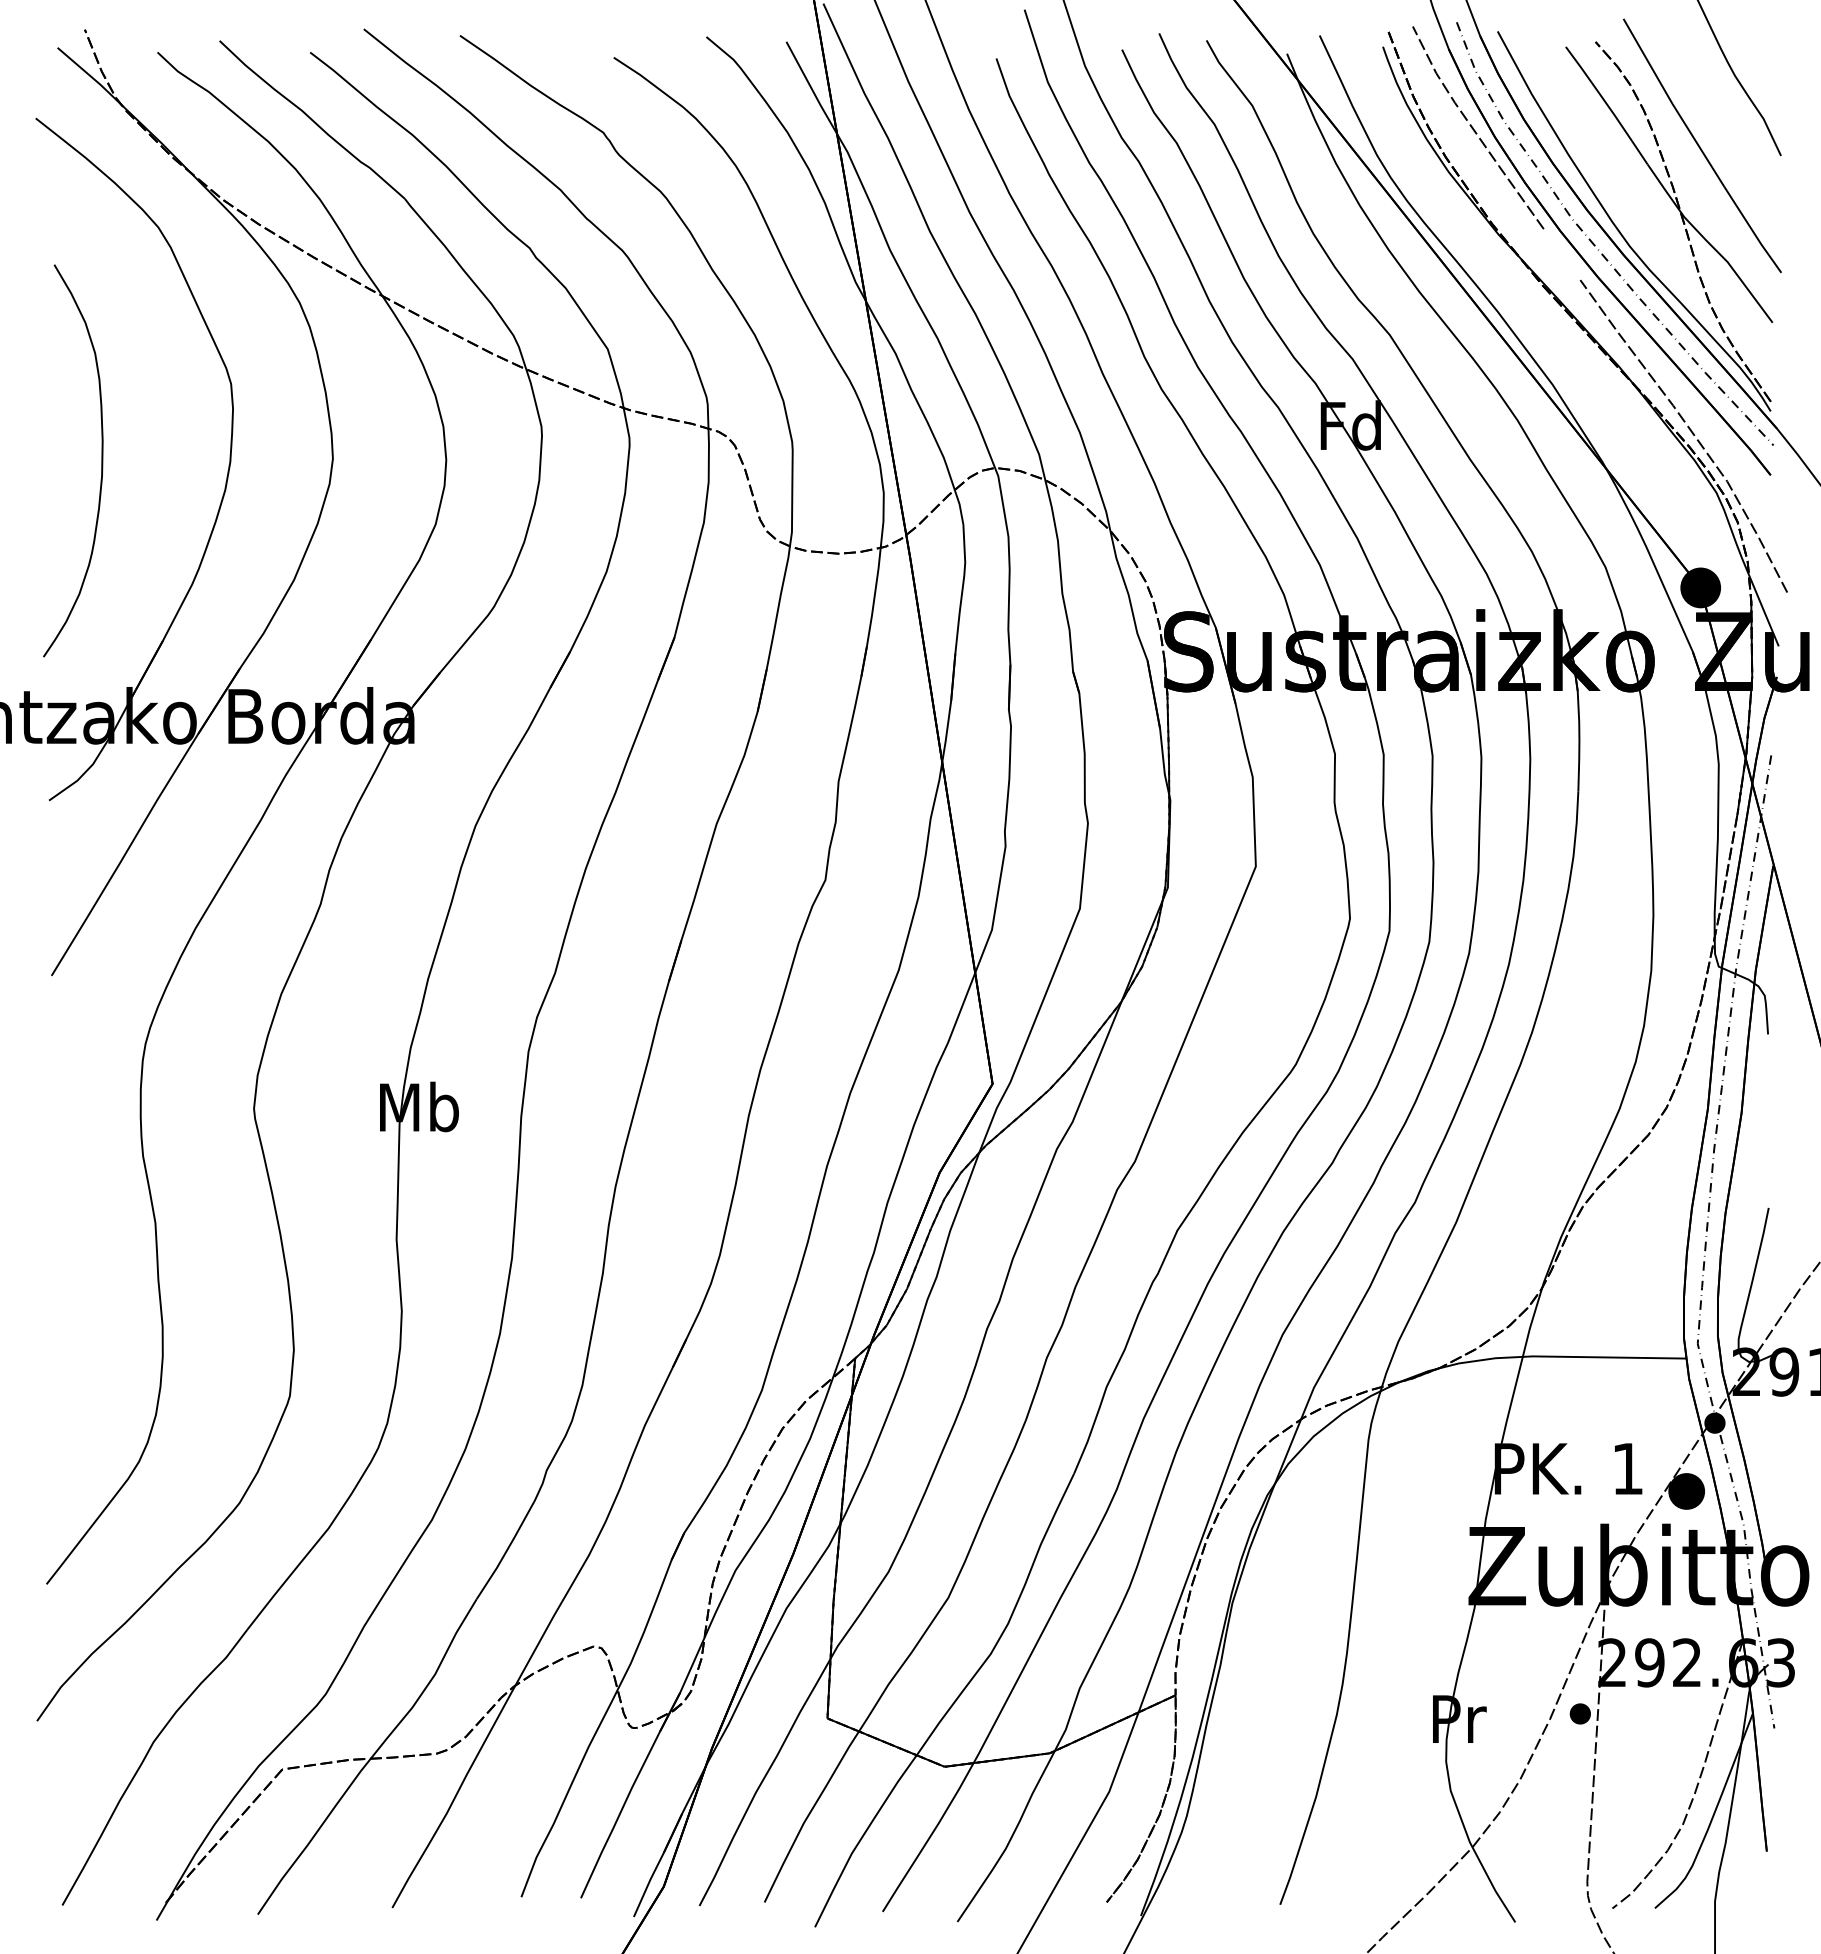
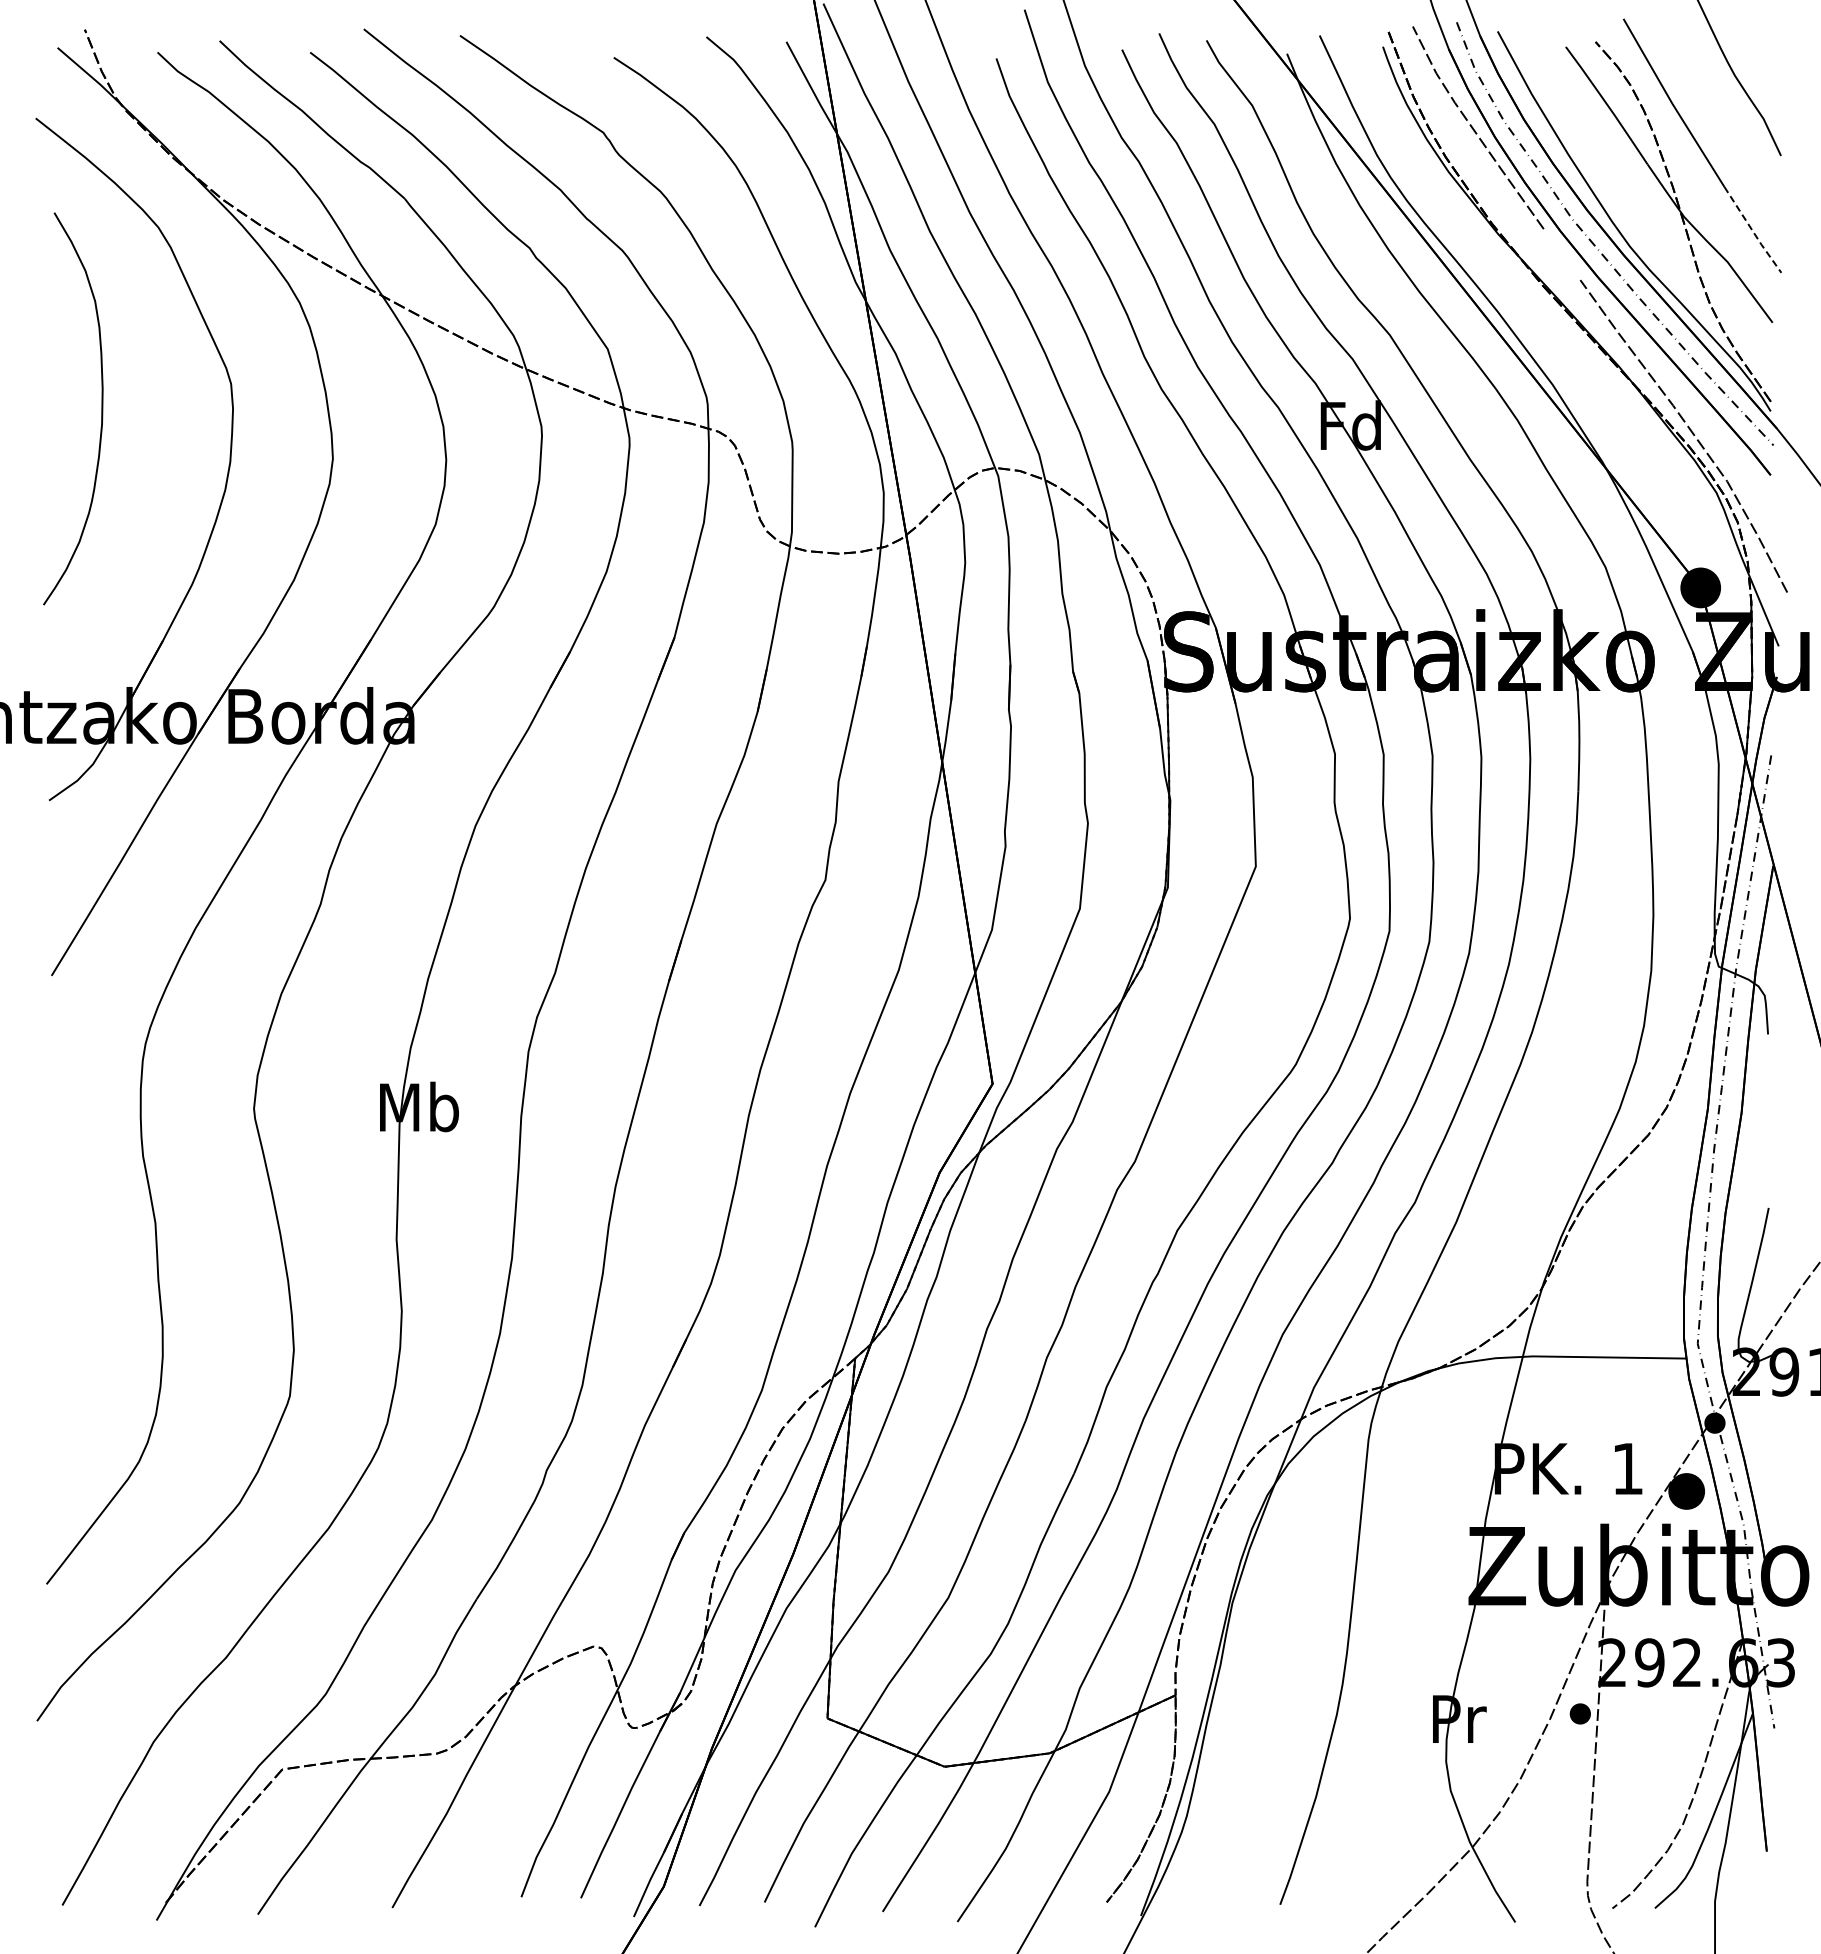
line at (1752, 231): solid -> dashed
curve at (101, 460) position: (101, 460) -> (101, 408)
